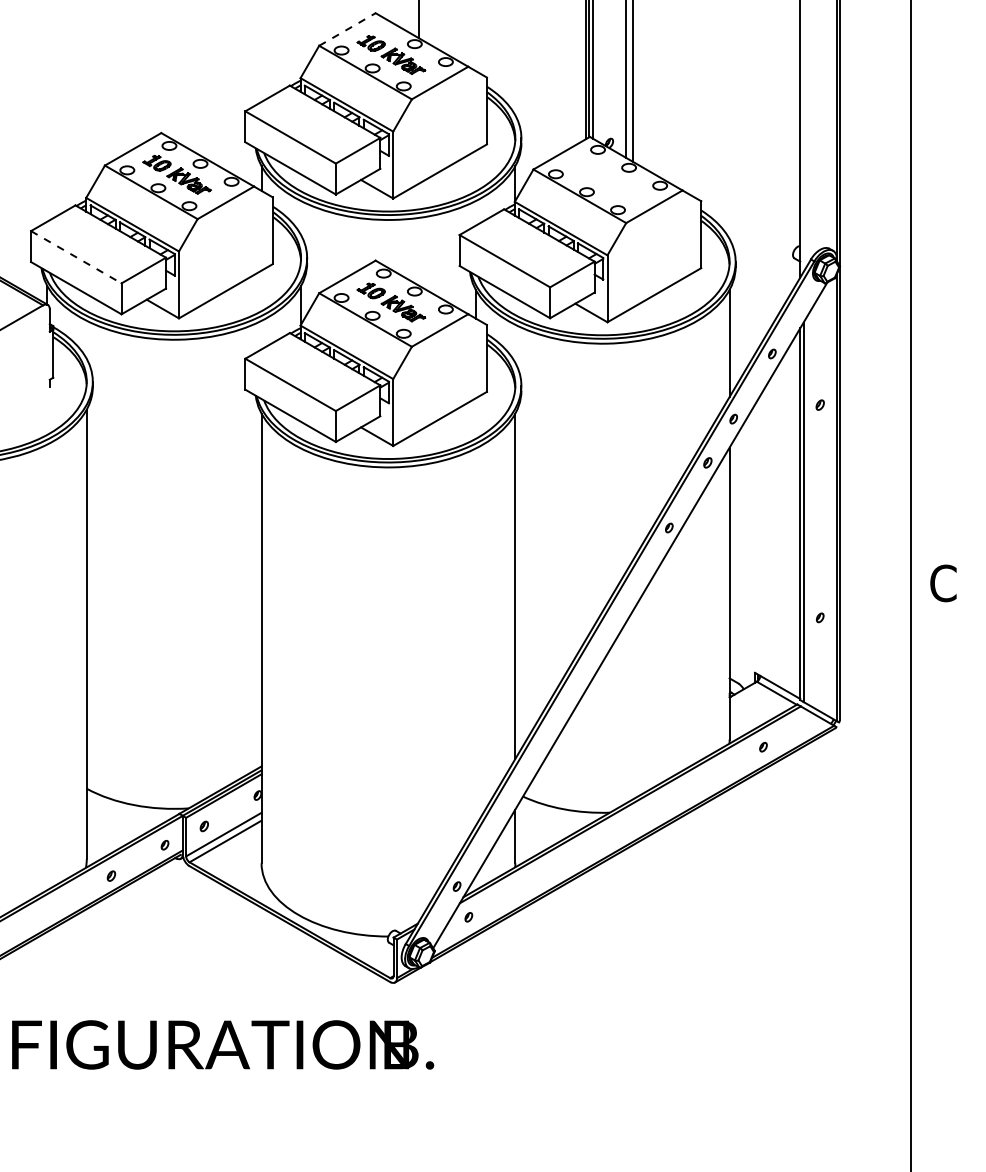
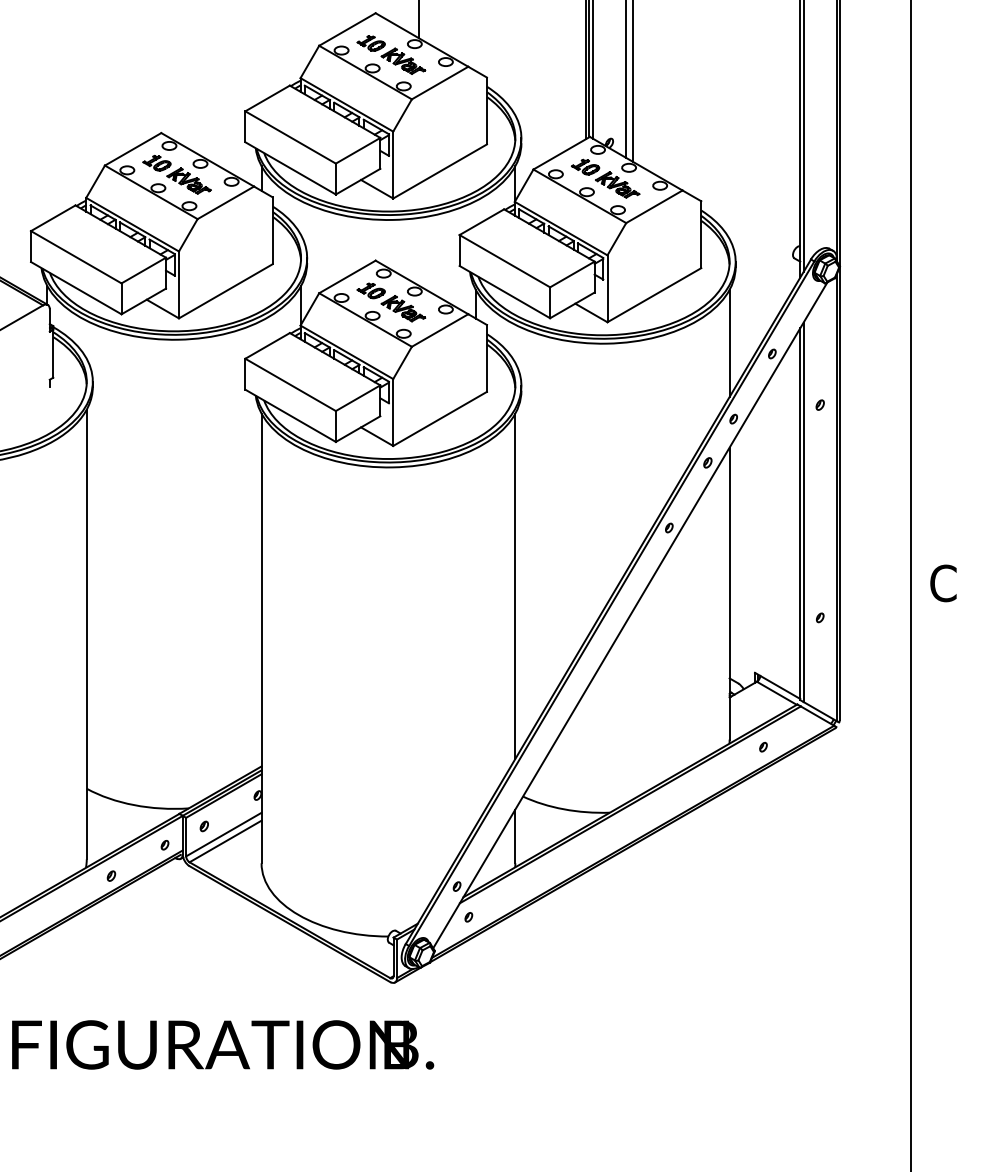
line at (347, 29): dashed -> solid
line at (803, 136): none -> present
part at (605, 178): none -> present
line at (76, 257): dashed -> solid
